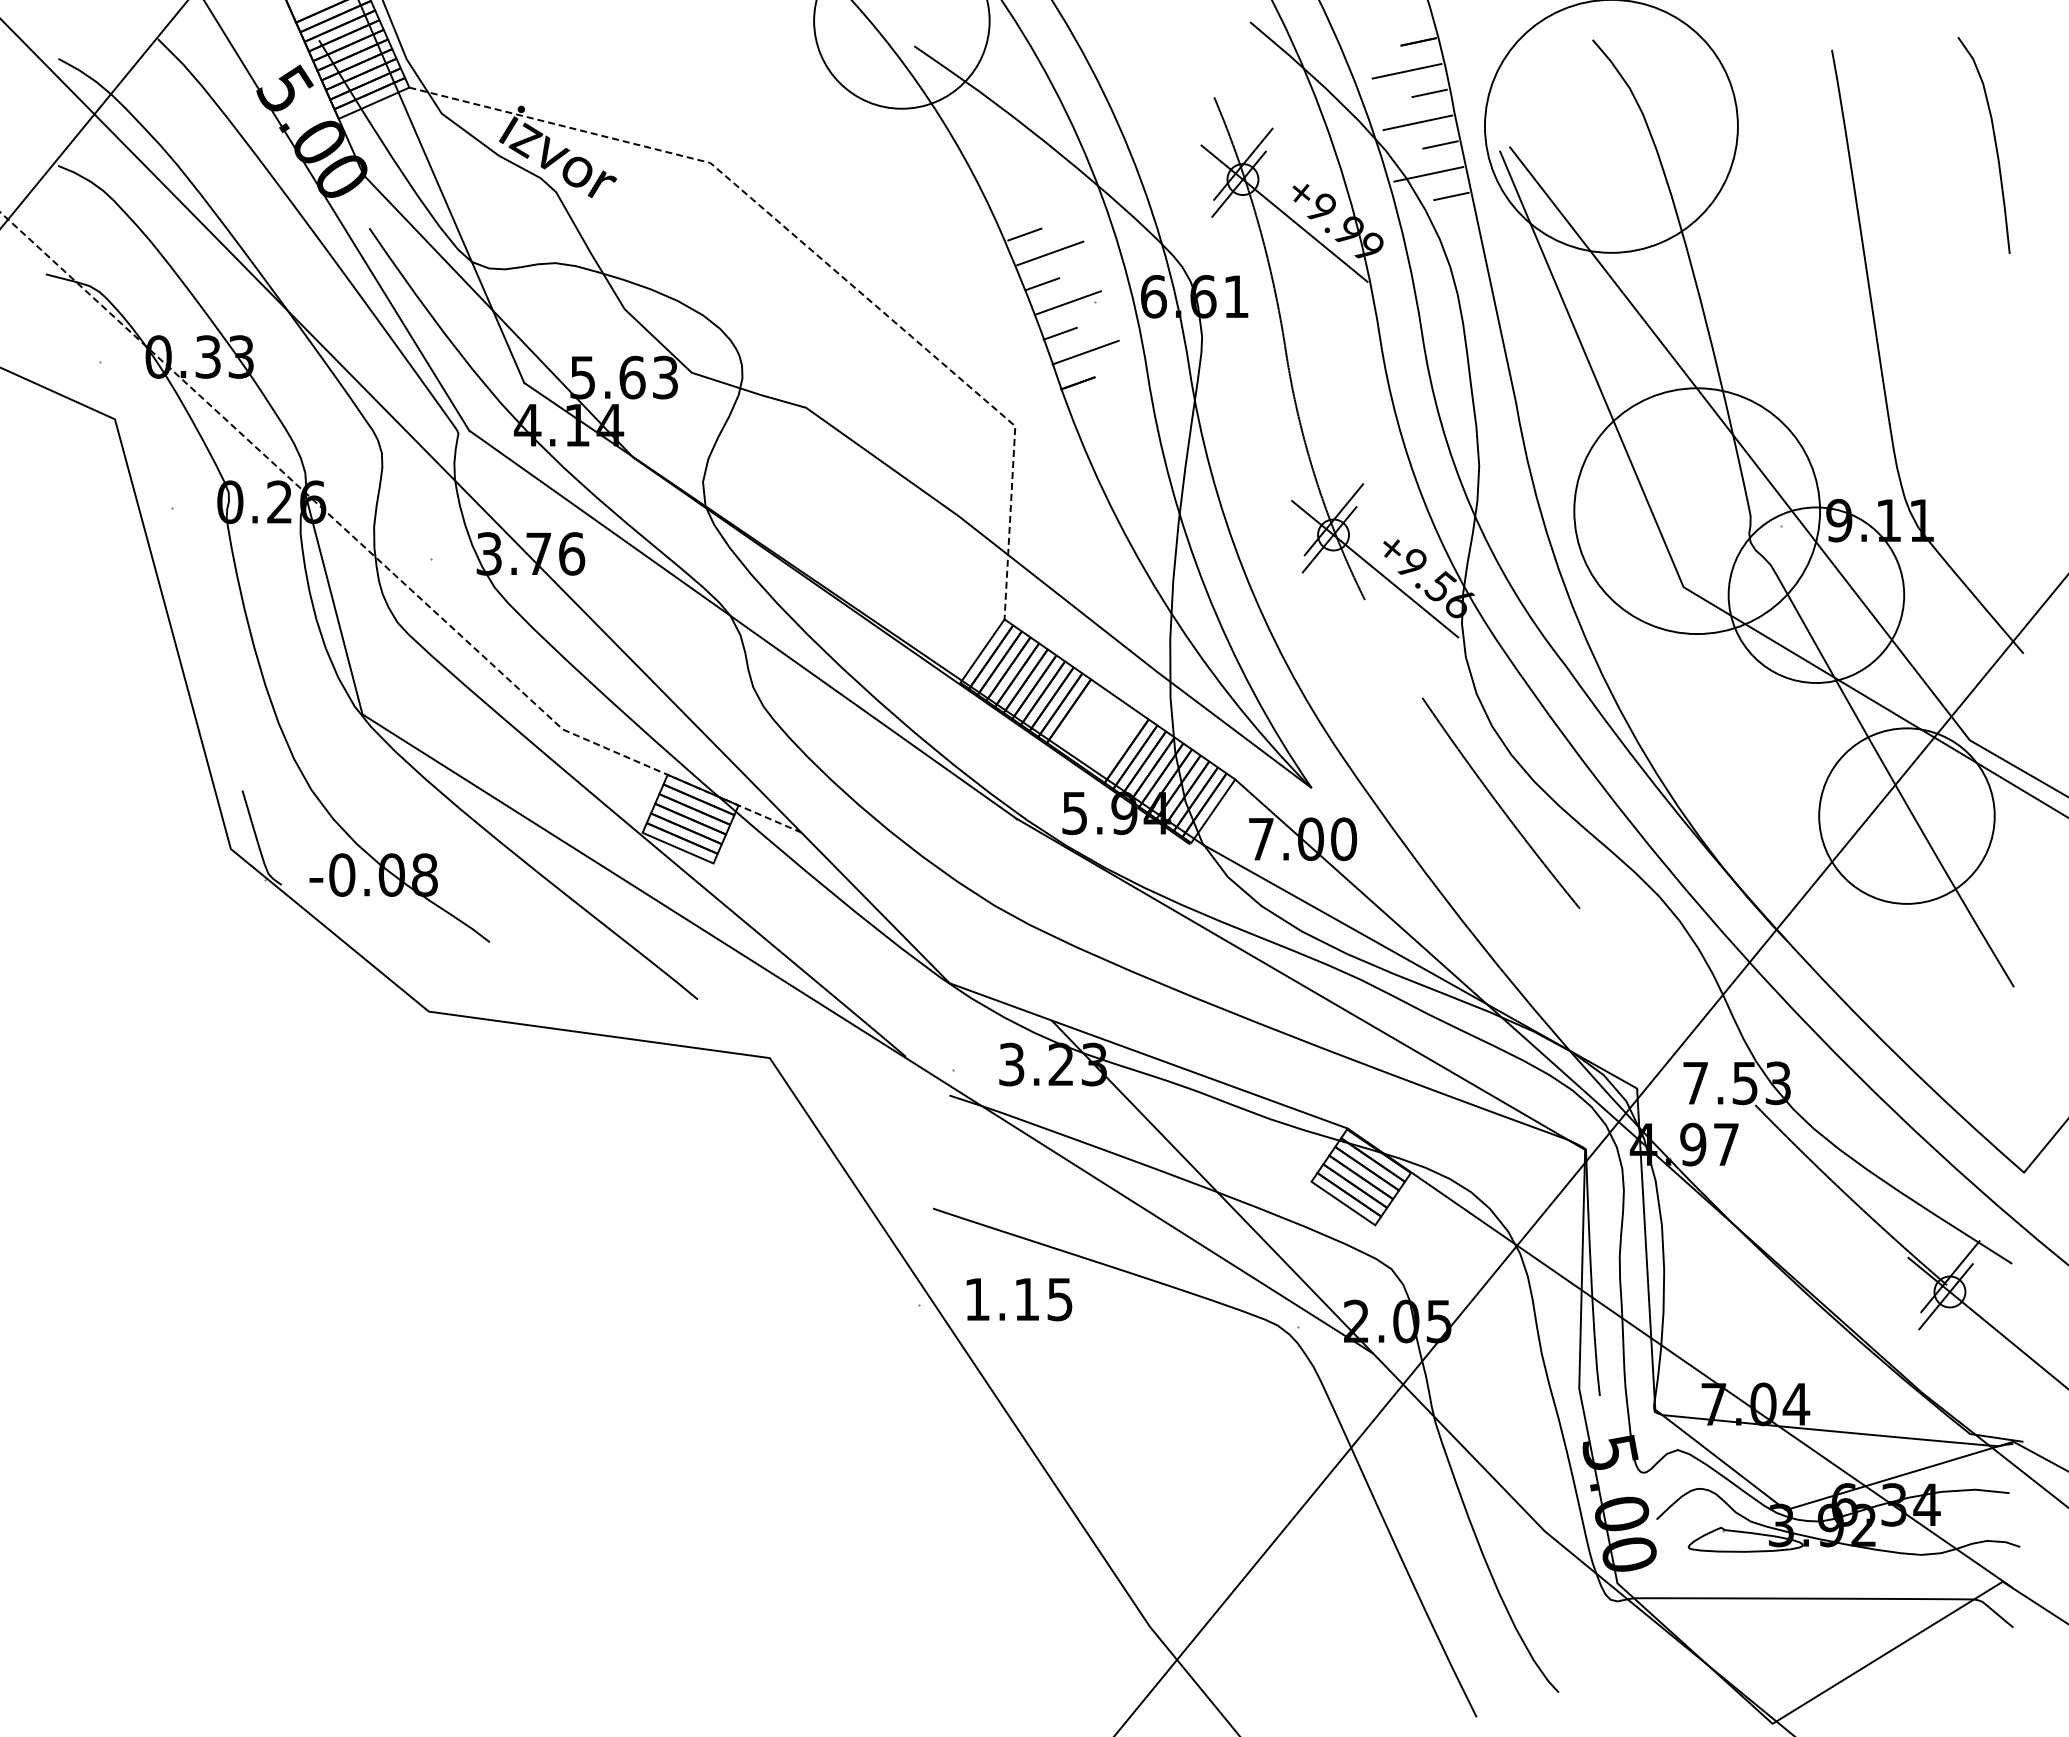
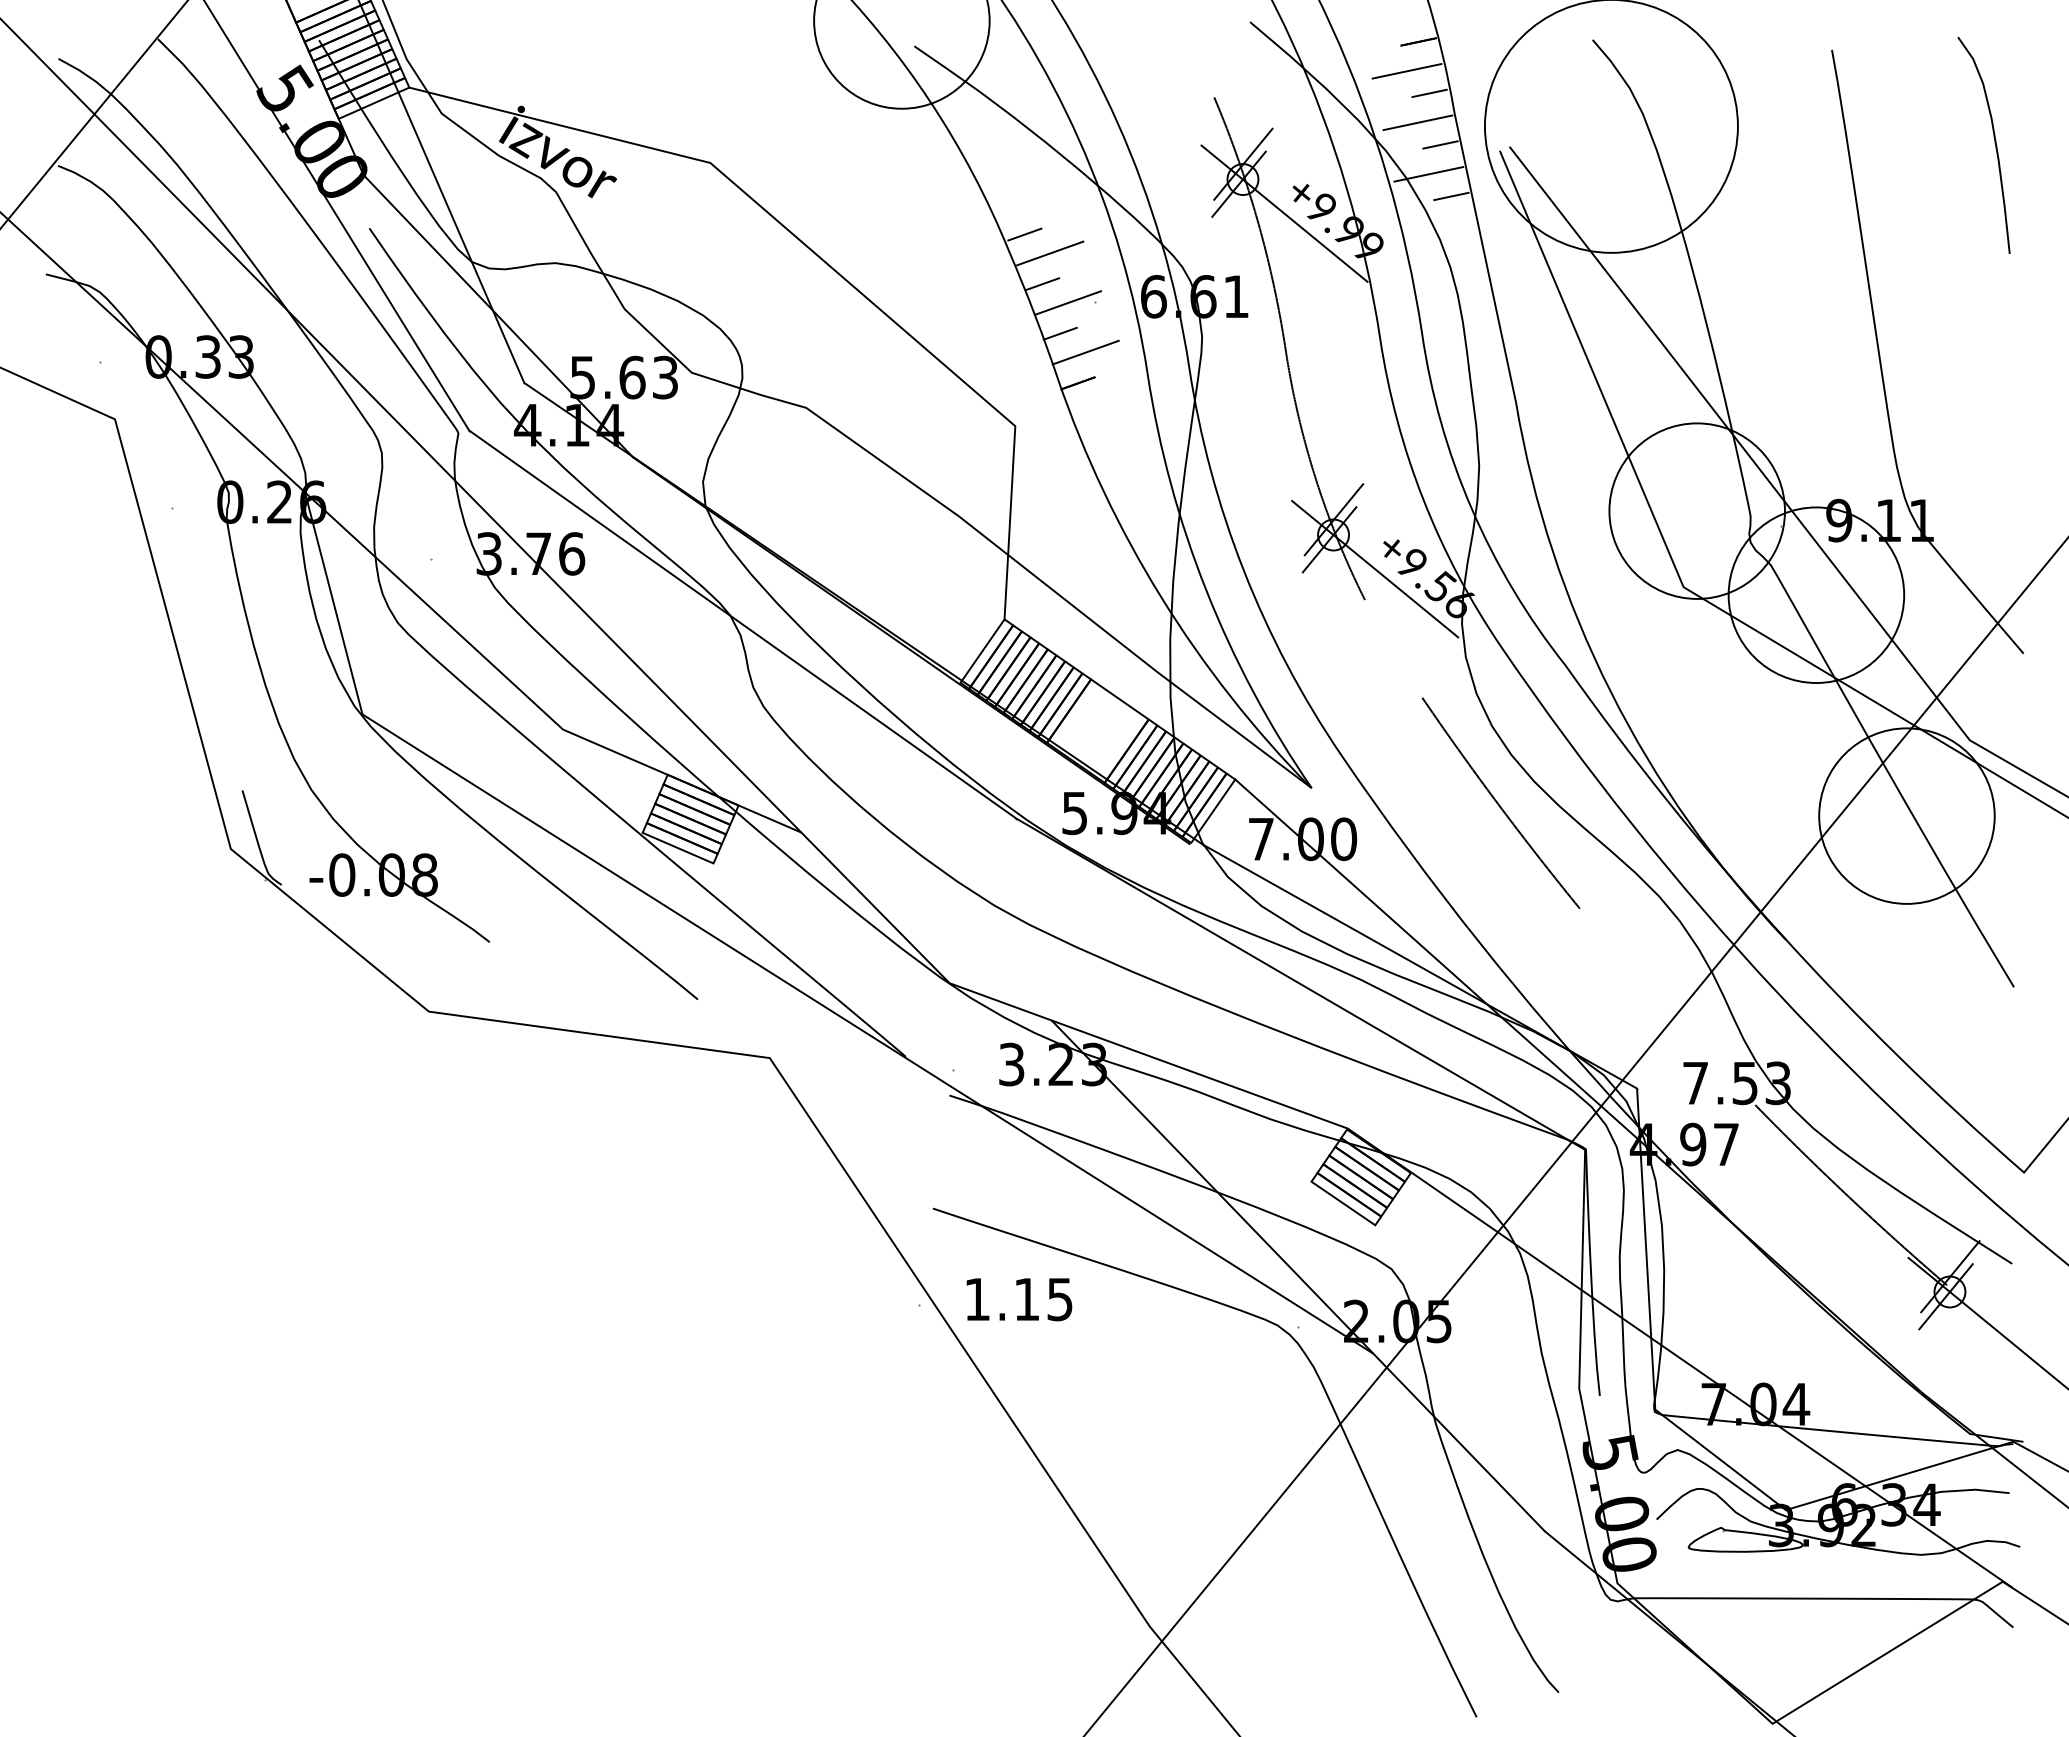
line at (818, 256): dashed -> solid
circle at (1697, 511) diameter: 246 px -> 176 px
line at (377, 559): dashed -> solid
line at (1590, 1155) position: (1590, 1155) -> (1575, 1136)
